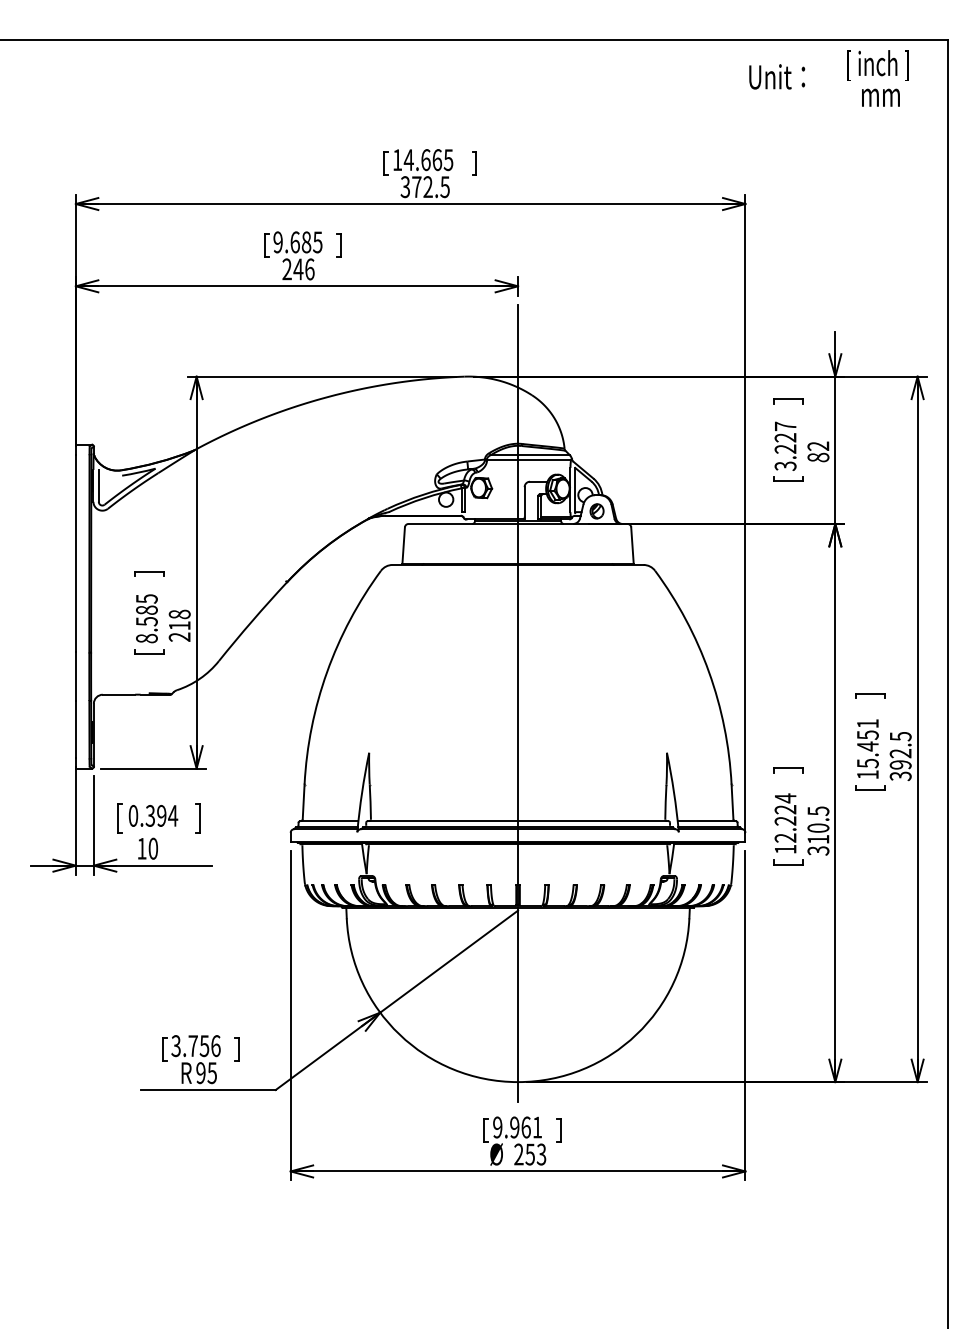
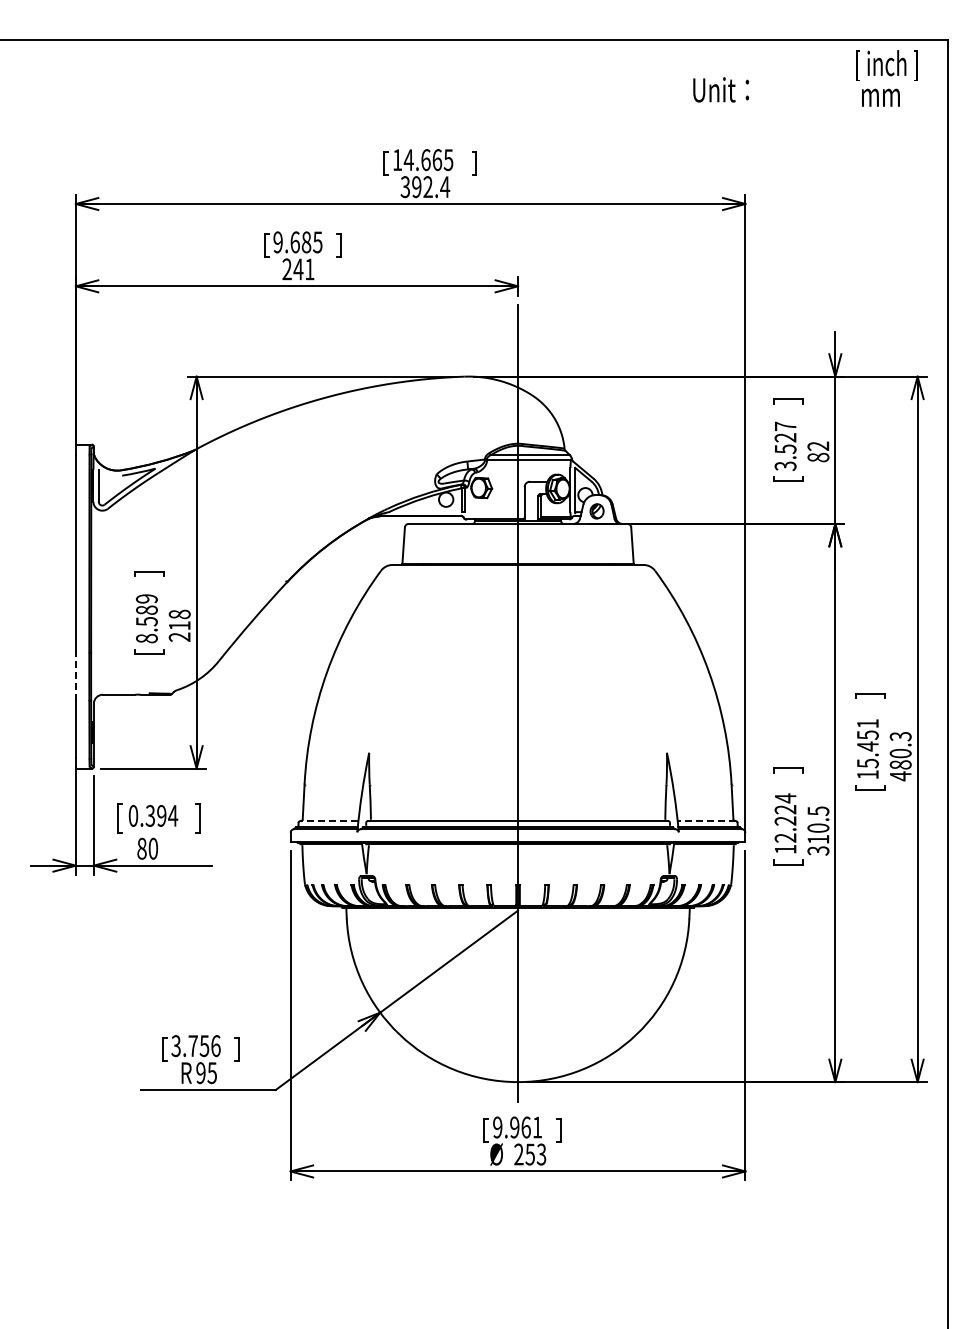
text at (877, 65) position: (877, 65) -> (886, 65)
text at (777, 76) position: (777, 76) -> (721, 89)
text at (431, 187): 372.5 -> 392.4
text at (309, 269): 246 -> 241
text at (785, 448): 3.227 -> 3.527
text at (146, 598): 8.585 -> 8.589
line at (75, 676): solid -> dashed
text at (900, 756): 392.5 -> 480.3
line at (328, 821): solid -> dashed
line at (706, 821): solid -> dashed
text at (141, 848): 10 -> 80
